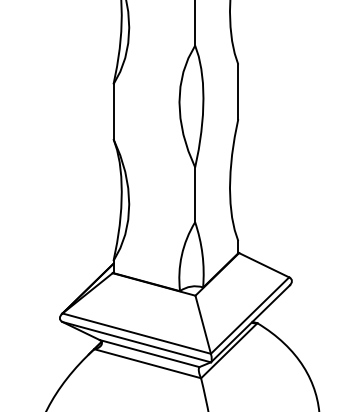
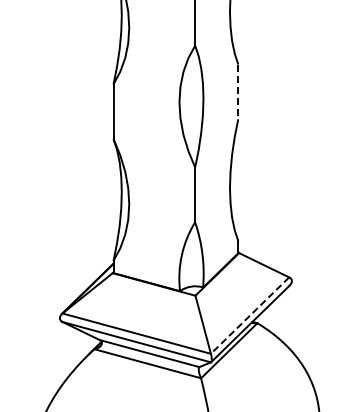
line at (238, 92): solid -> dashed
line at (250, 315): solid -> dashed
